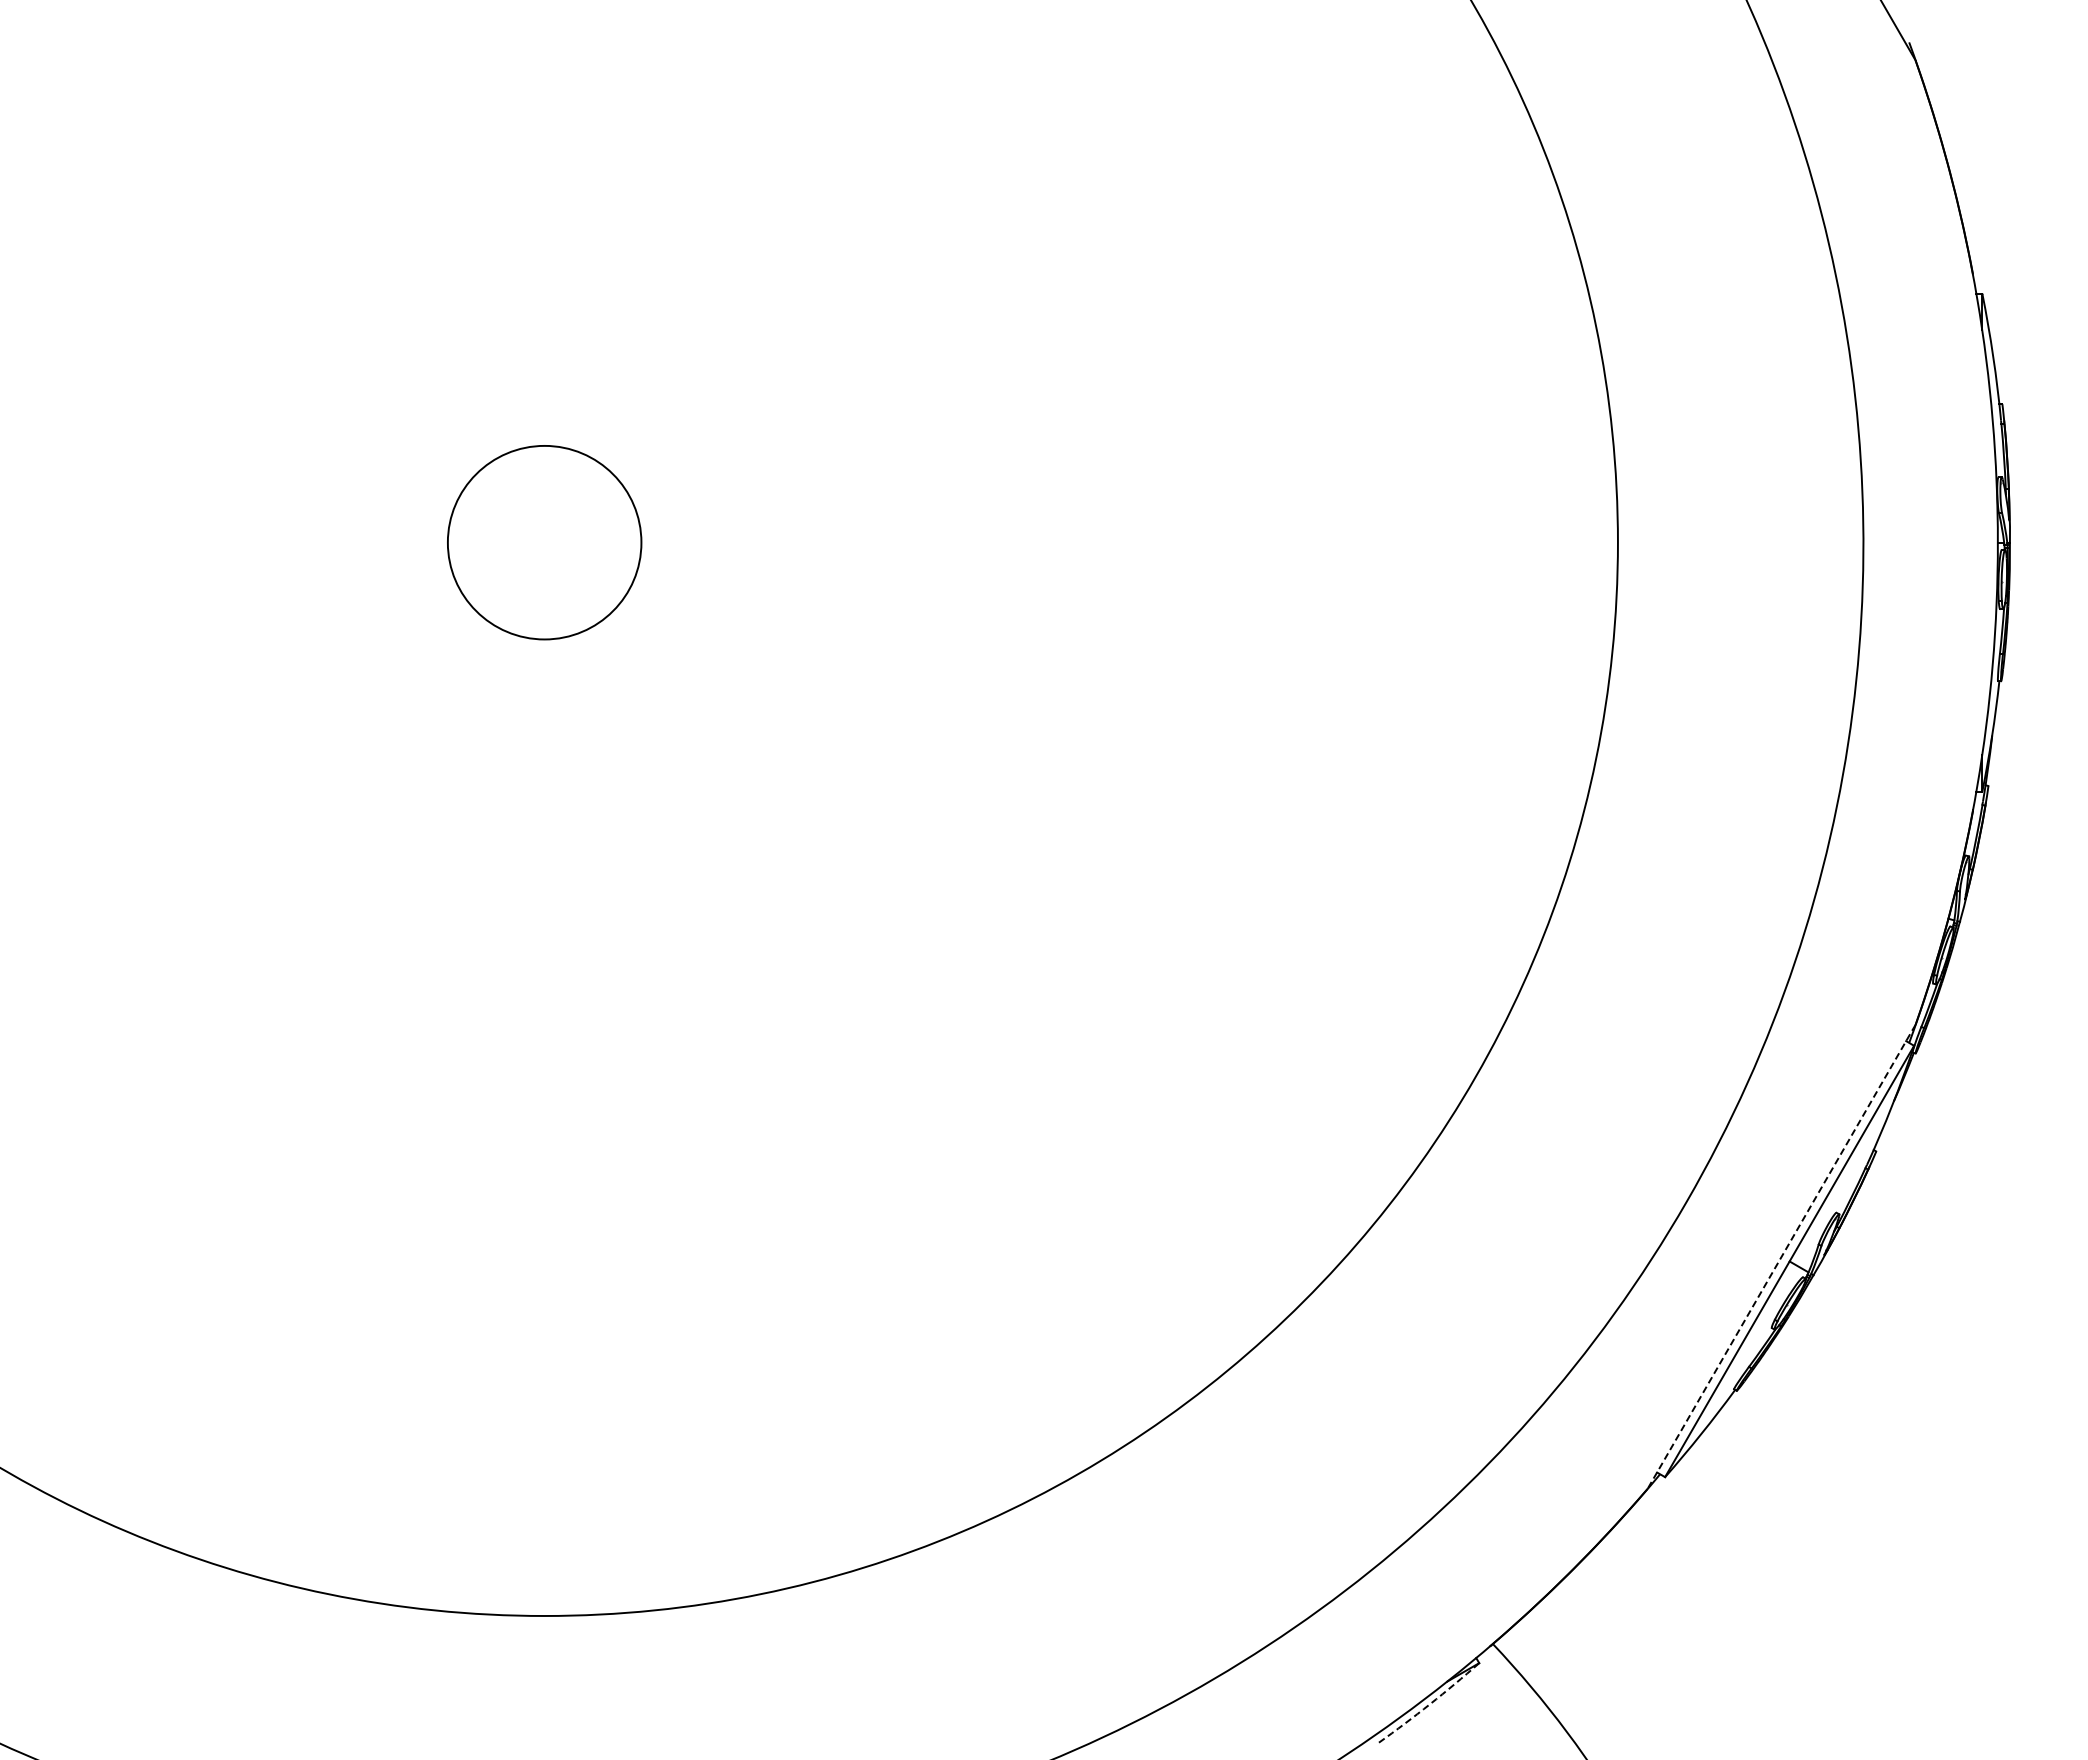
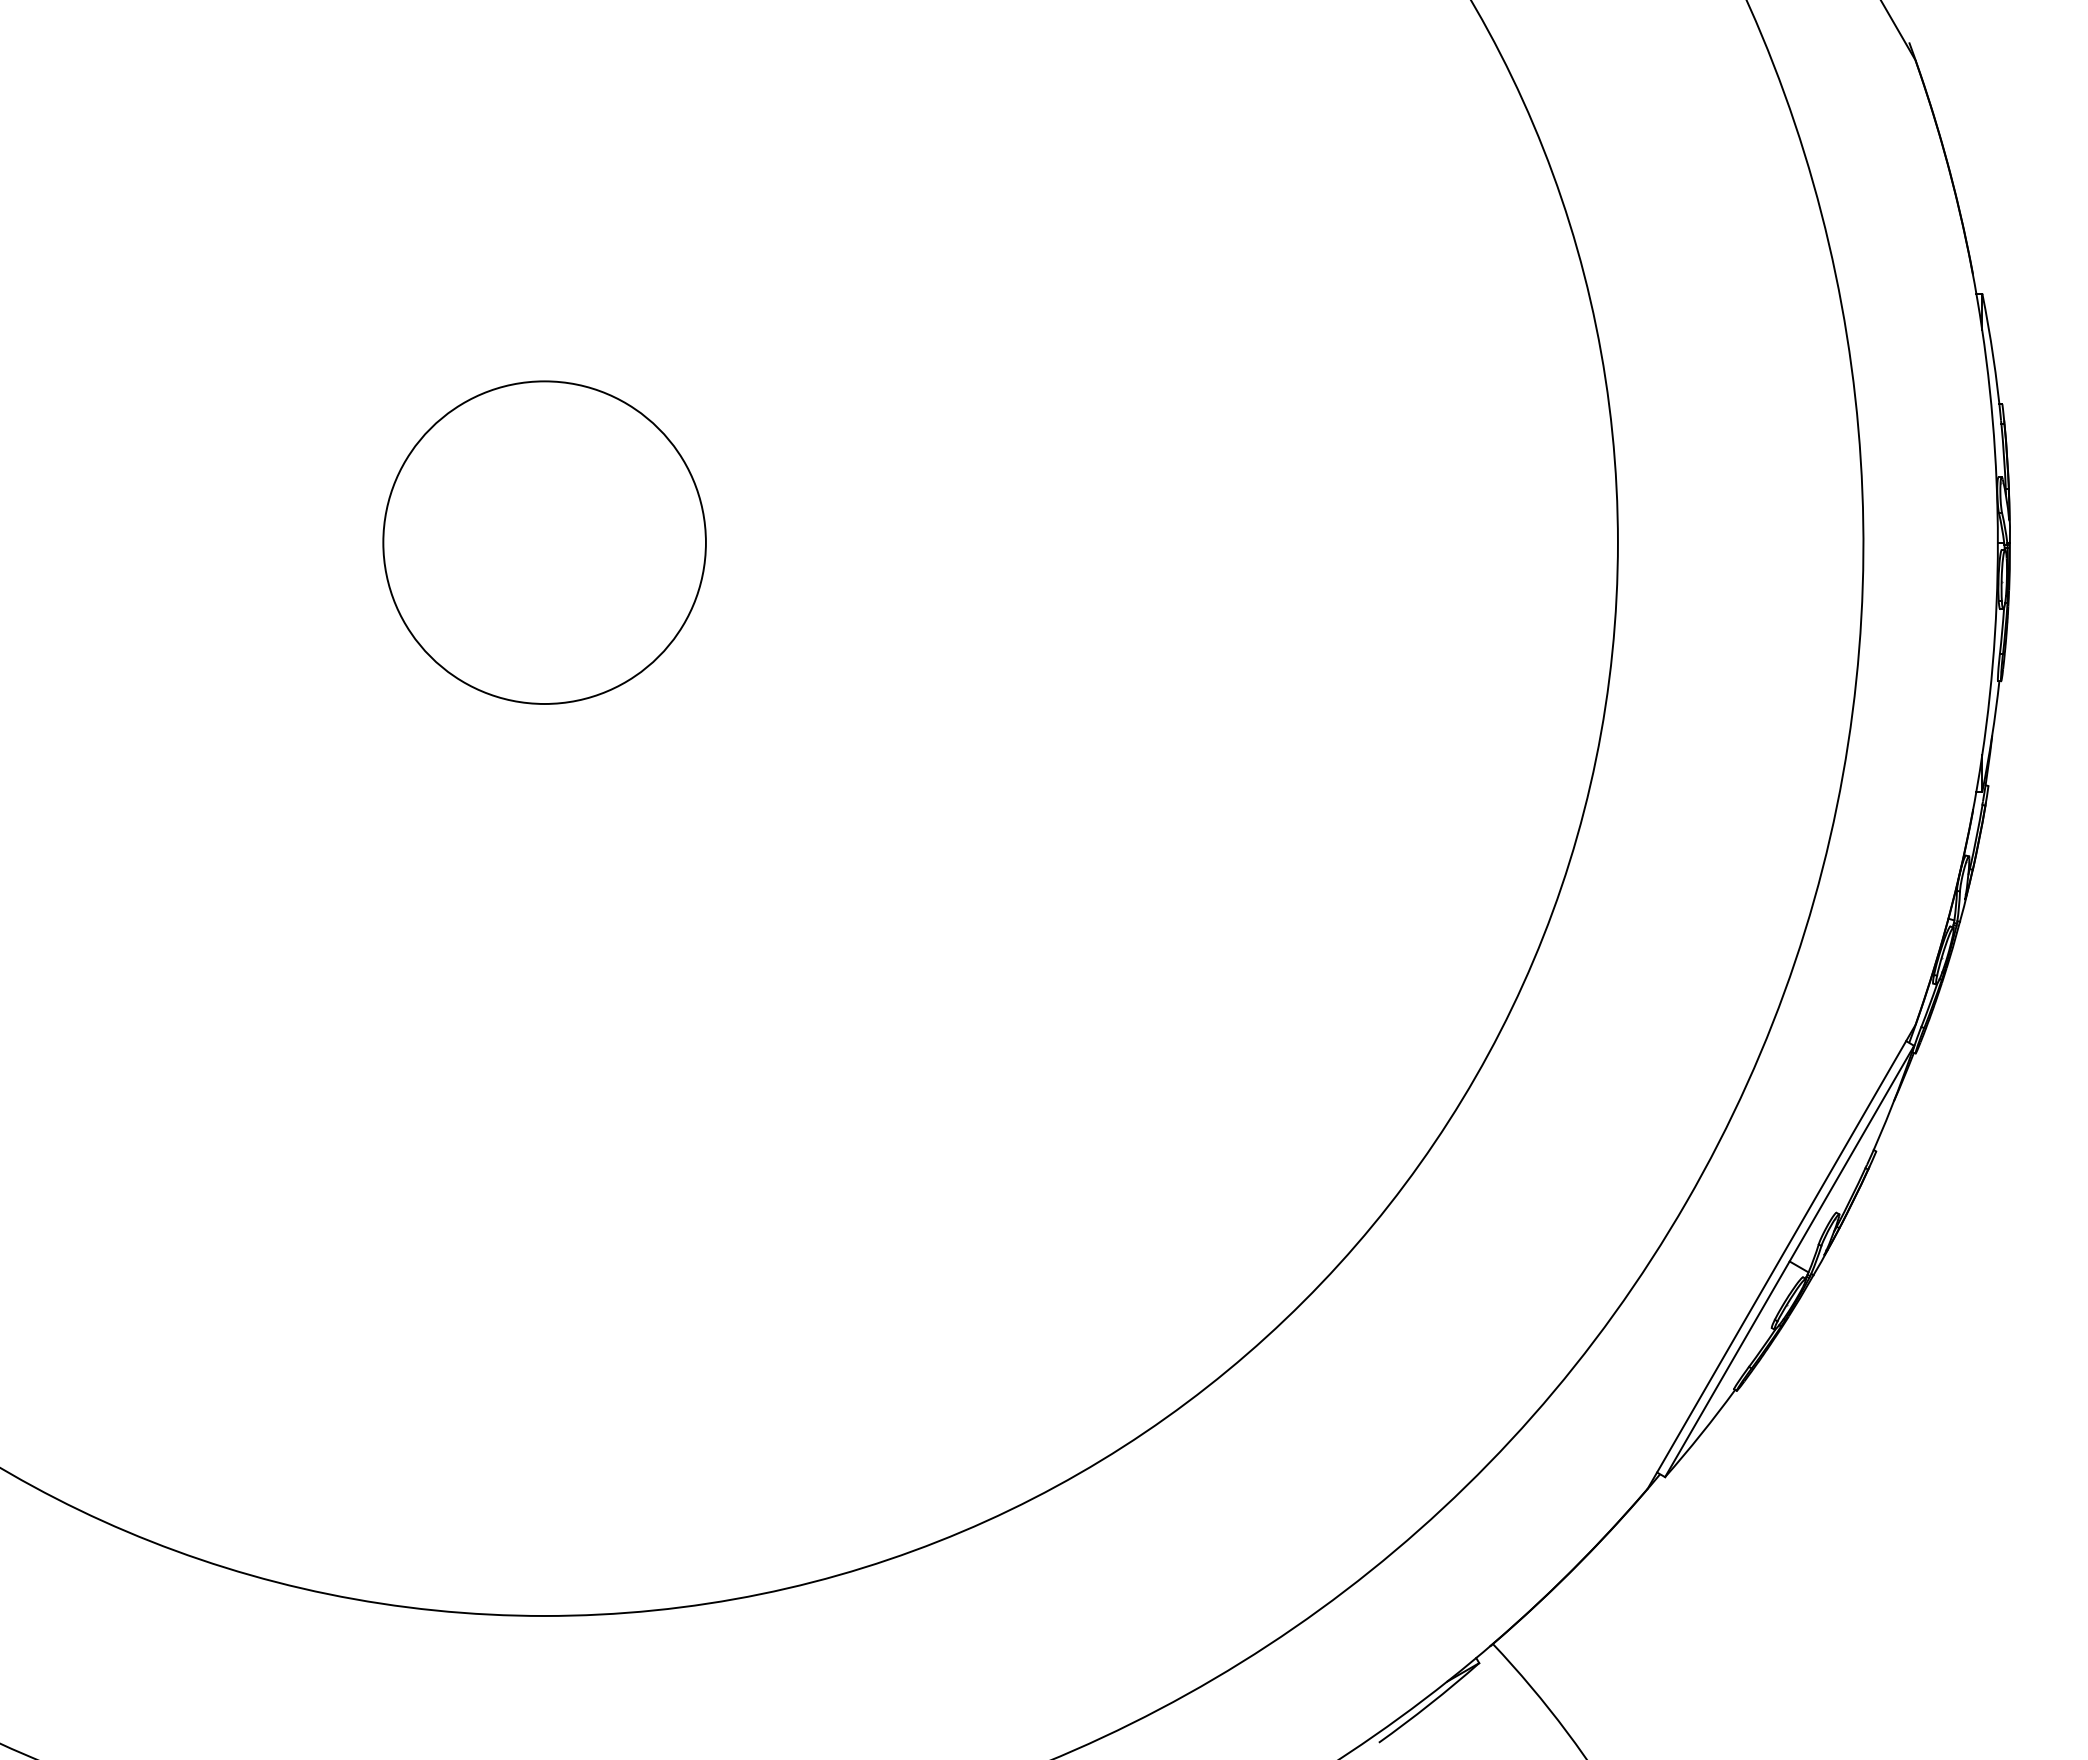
circle at (544, 542) diameter: 194 px -> 323 px
line at (1781, 1257): dashed -> solid
arc at (1430, 1704): dashed -> solid
